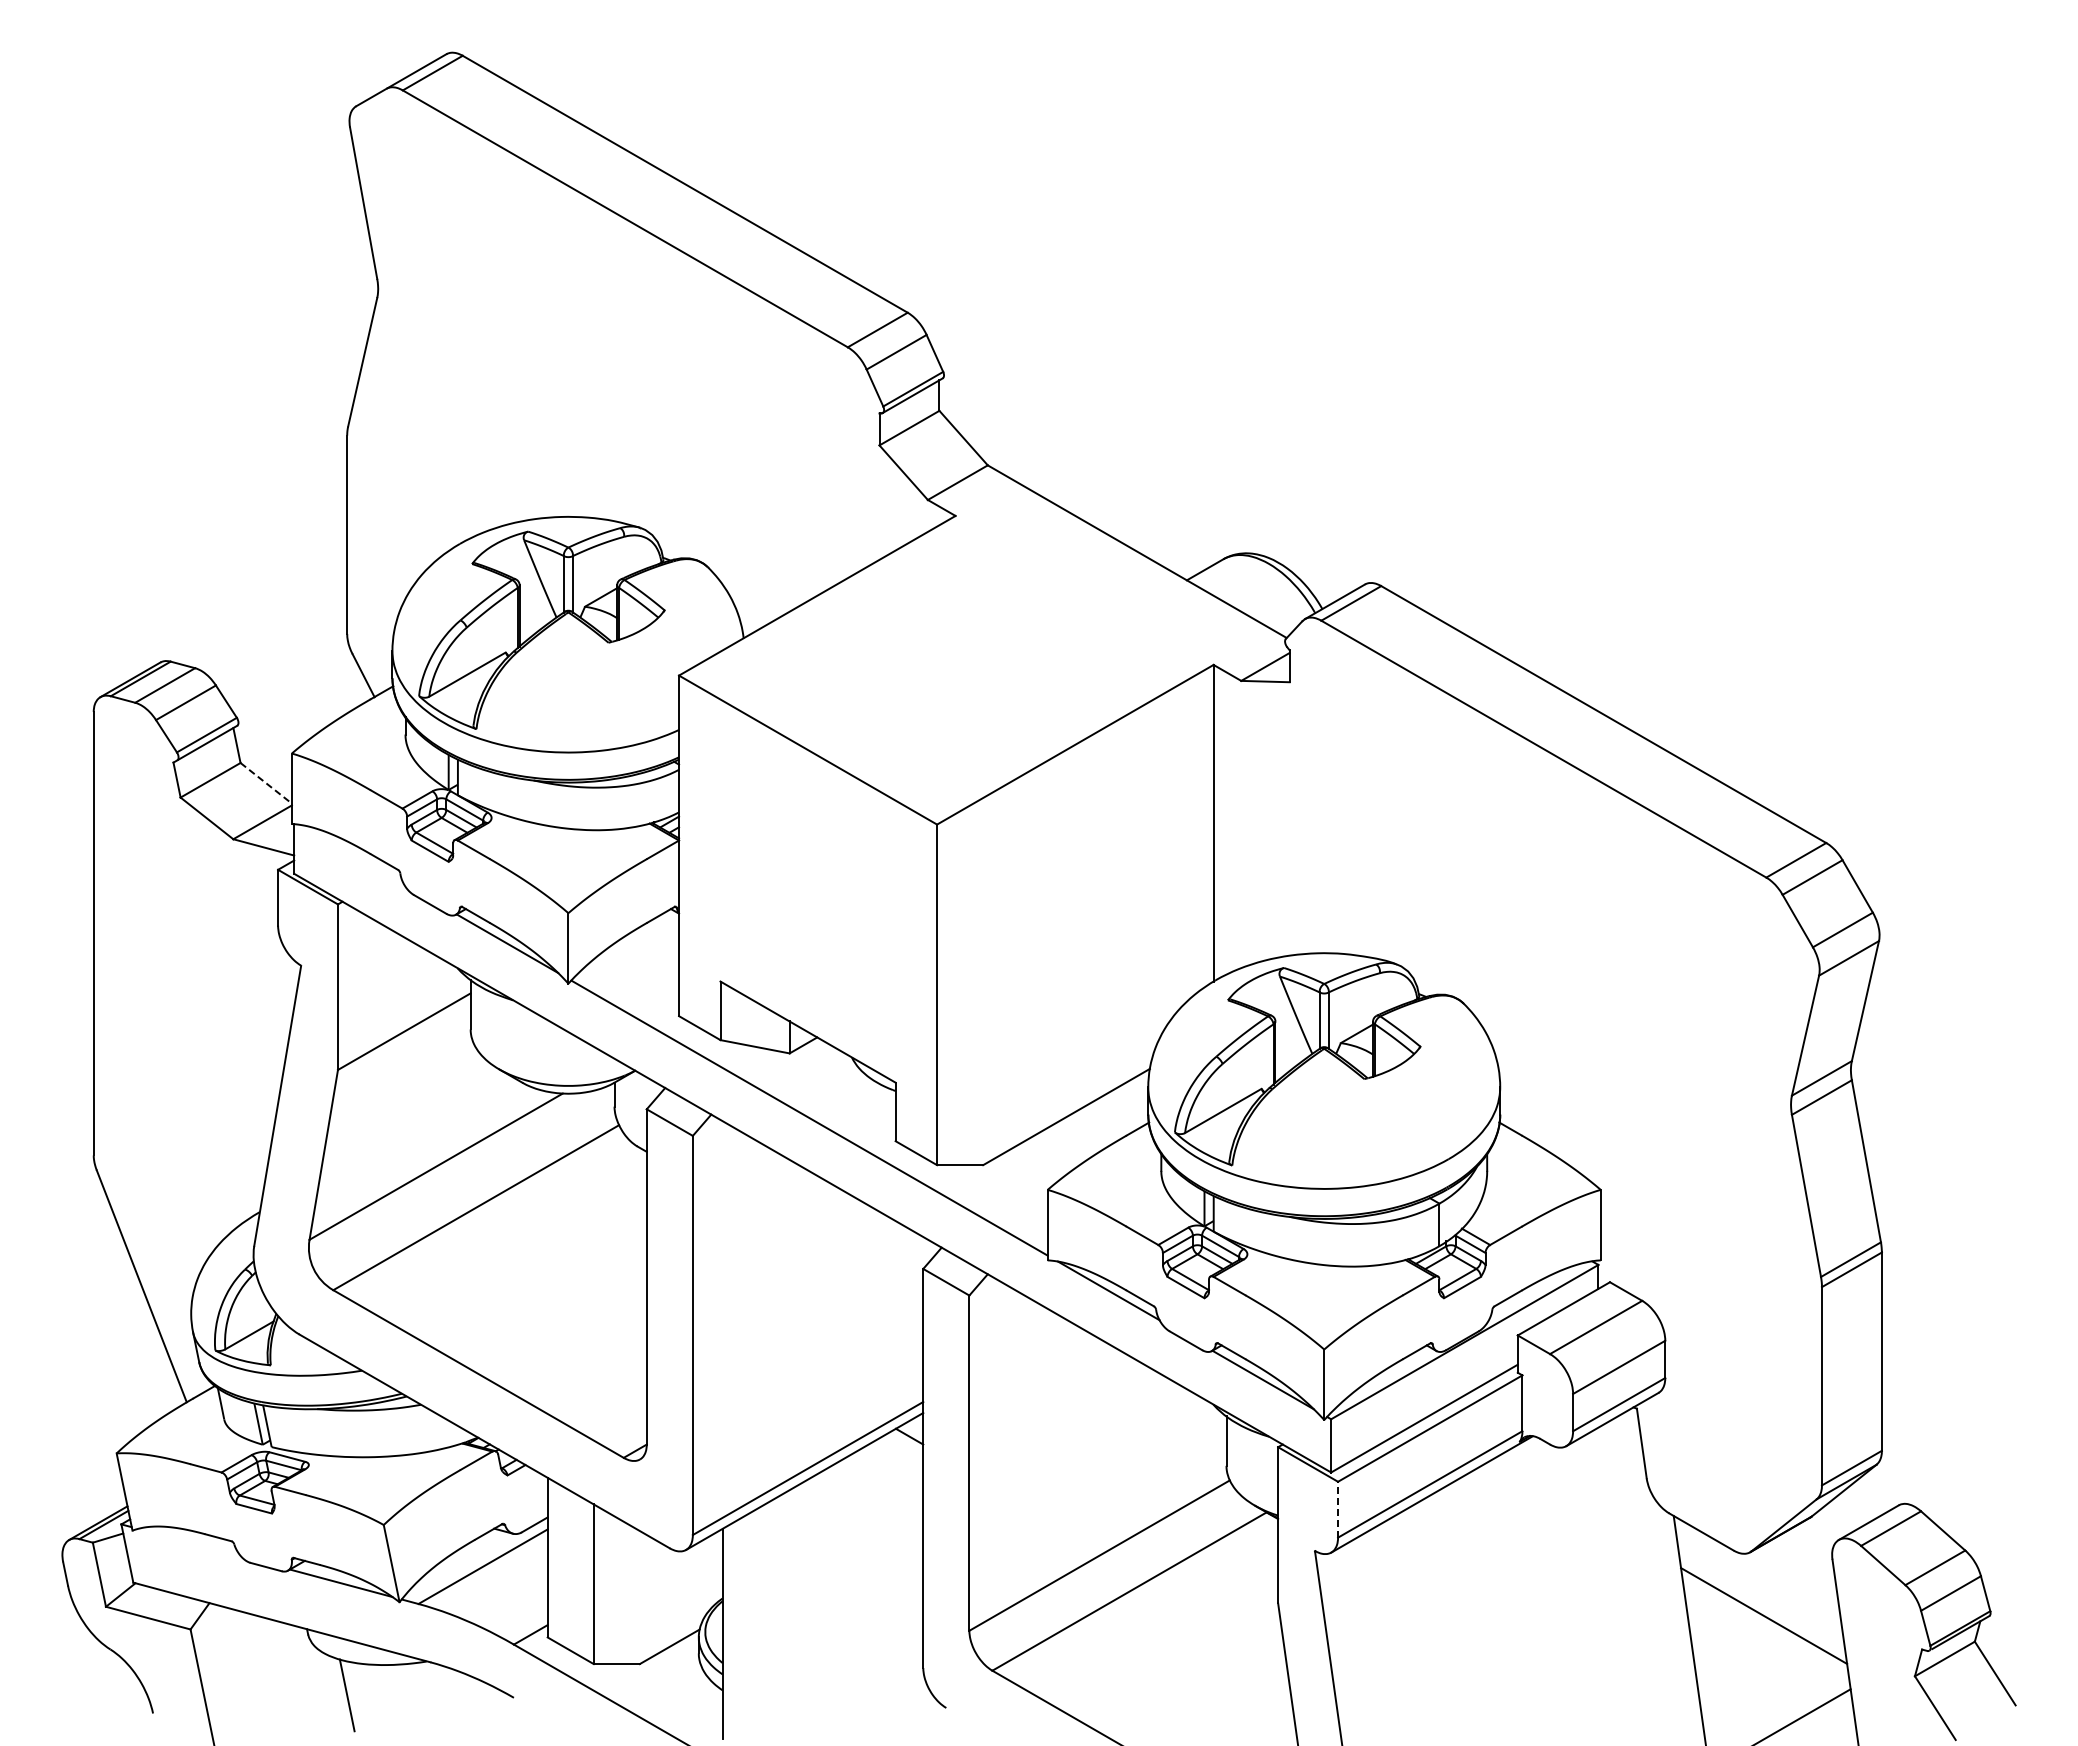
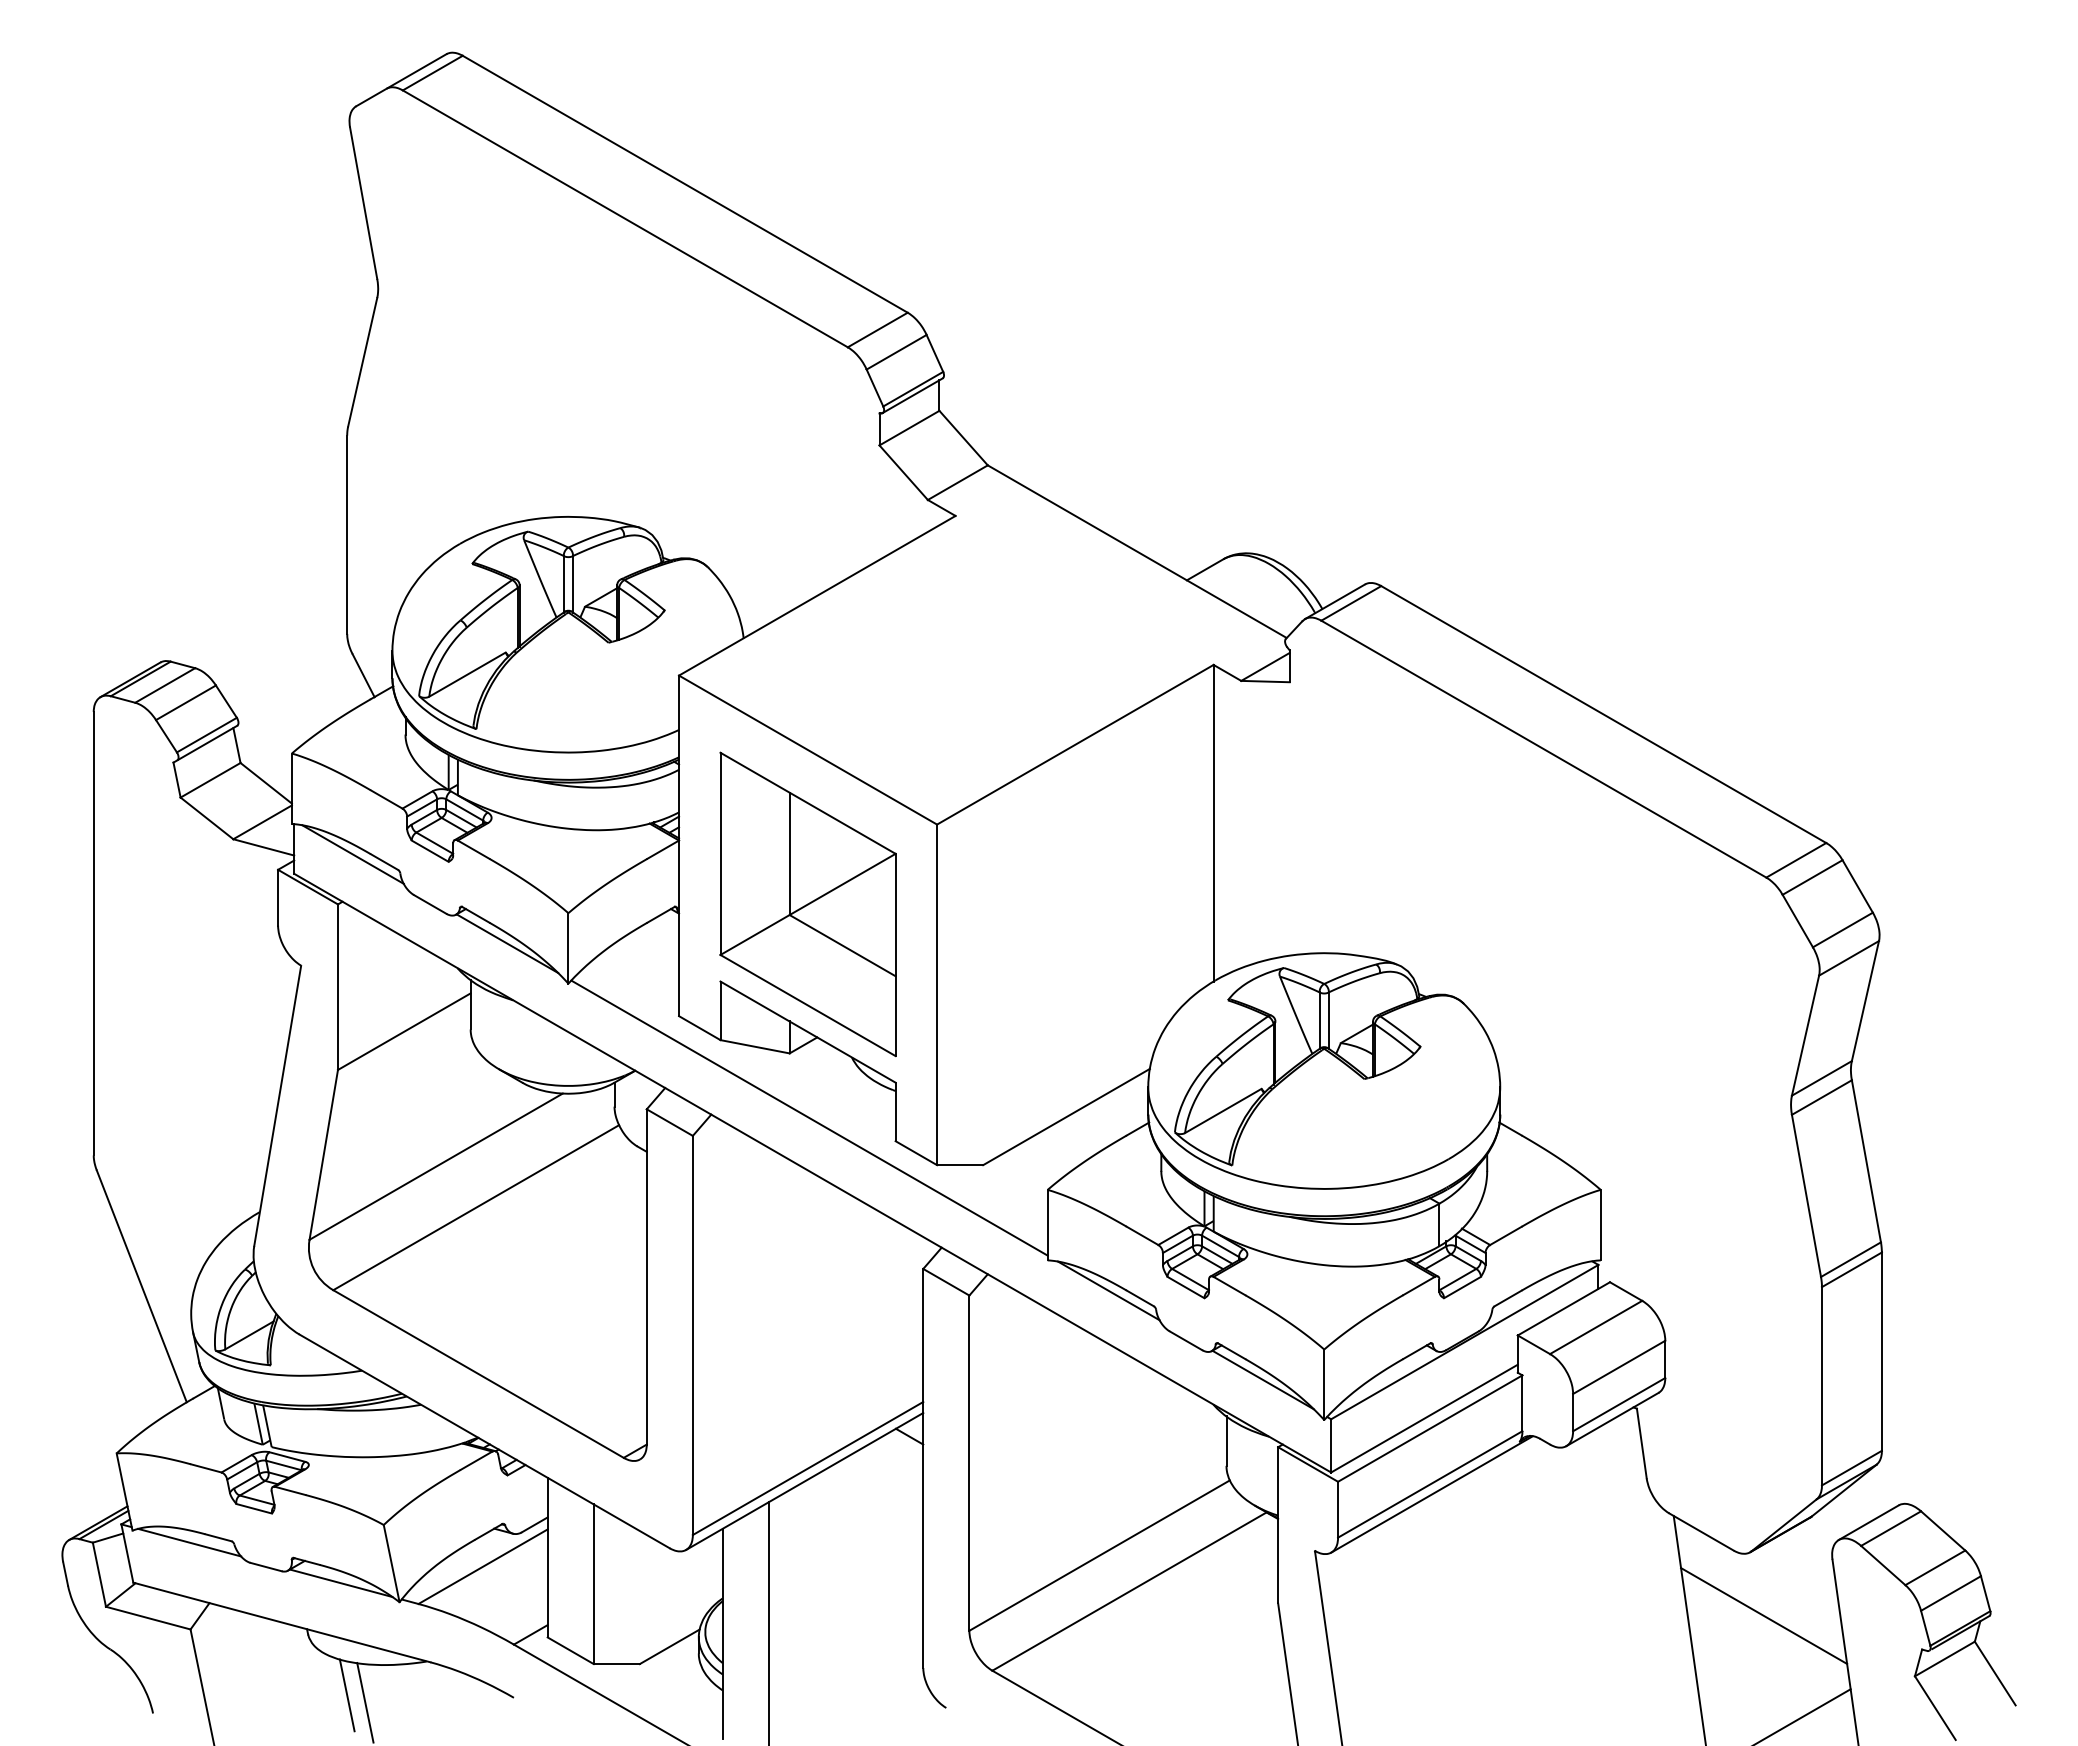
line at (266, 783): dashed -> solid
line at (352, 854): none -> present
part at (807, 904): none -> present
line at (1338, 1509): dashed -> solid
line at (189, 1542): none -> present
line at (768, 1622): none -> present
line at (365, 1702): none -> present
